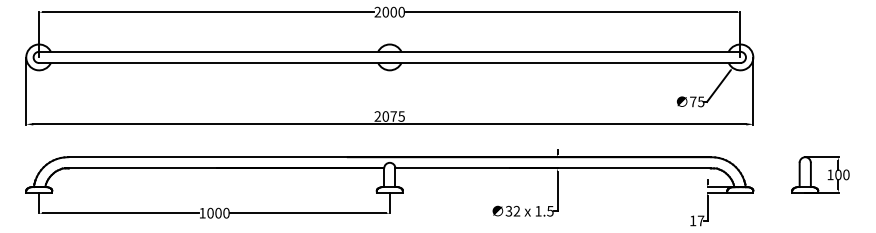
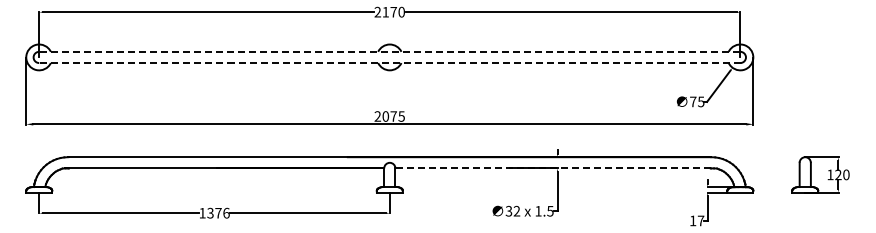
text at (389, 11): 2000 -> 2170
line at (389, 51): solid -> dashed
line at (389, 63): solid -> dashed
line at (553, 168): solid -> dashed
text at (838, 174): 100 -> 120
text at (218, 212): 1000 -> 1376
